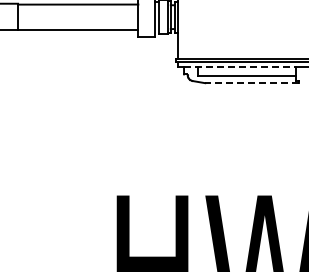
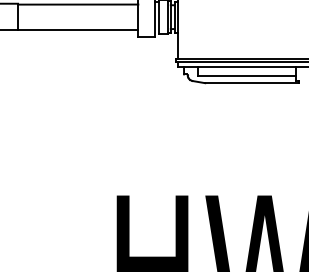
line at (239, 67): dashed -> solid
line at (252, 83): dashed -> solid
